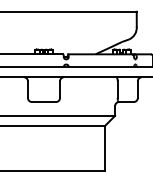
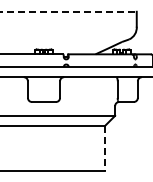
line at (68, 11): solid -> dashed
line at (104, 148): solid -> dashed
